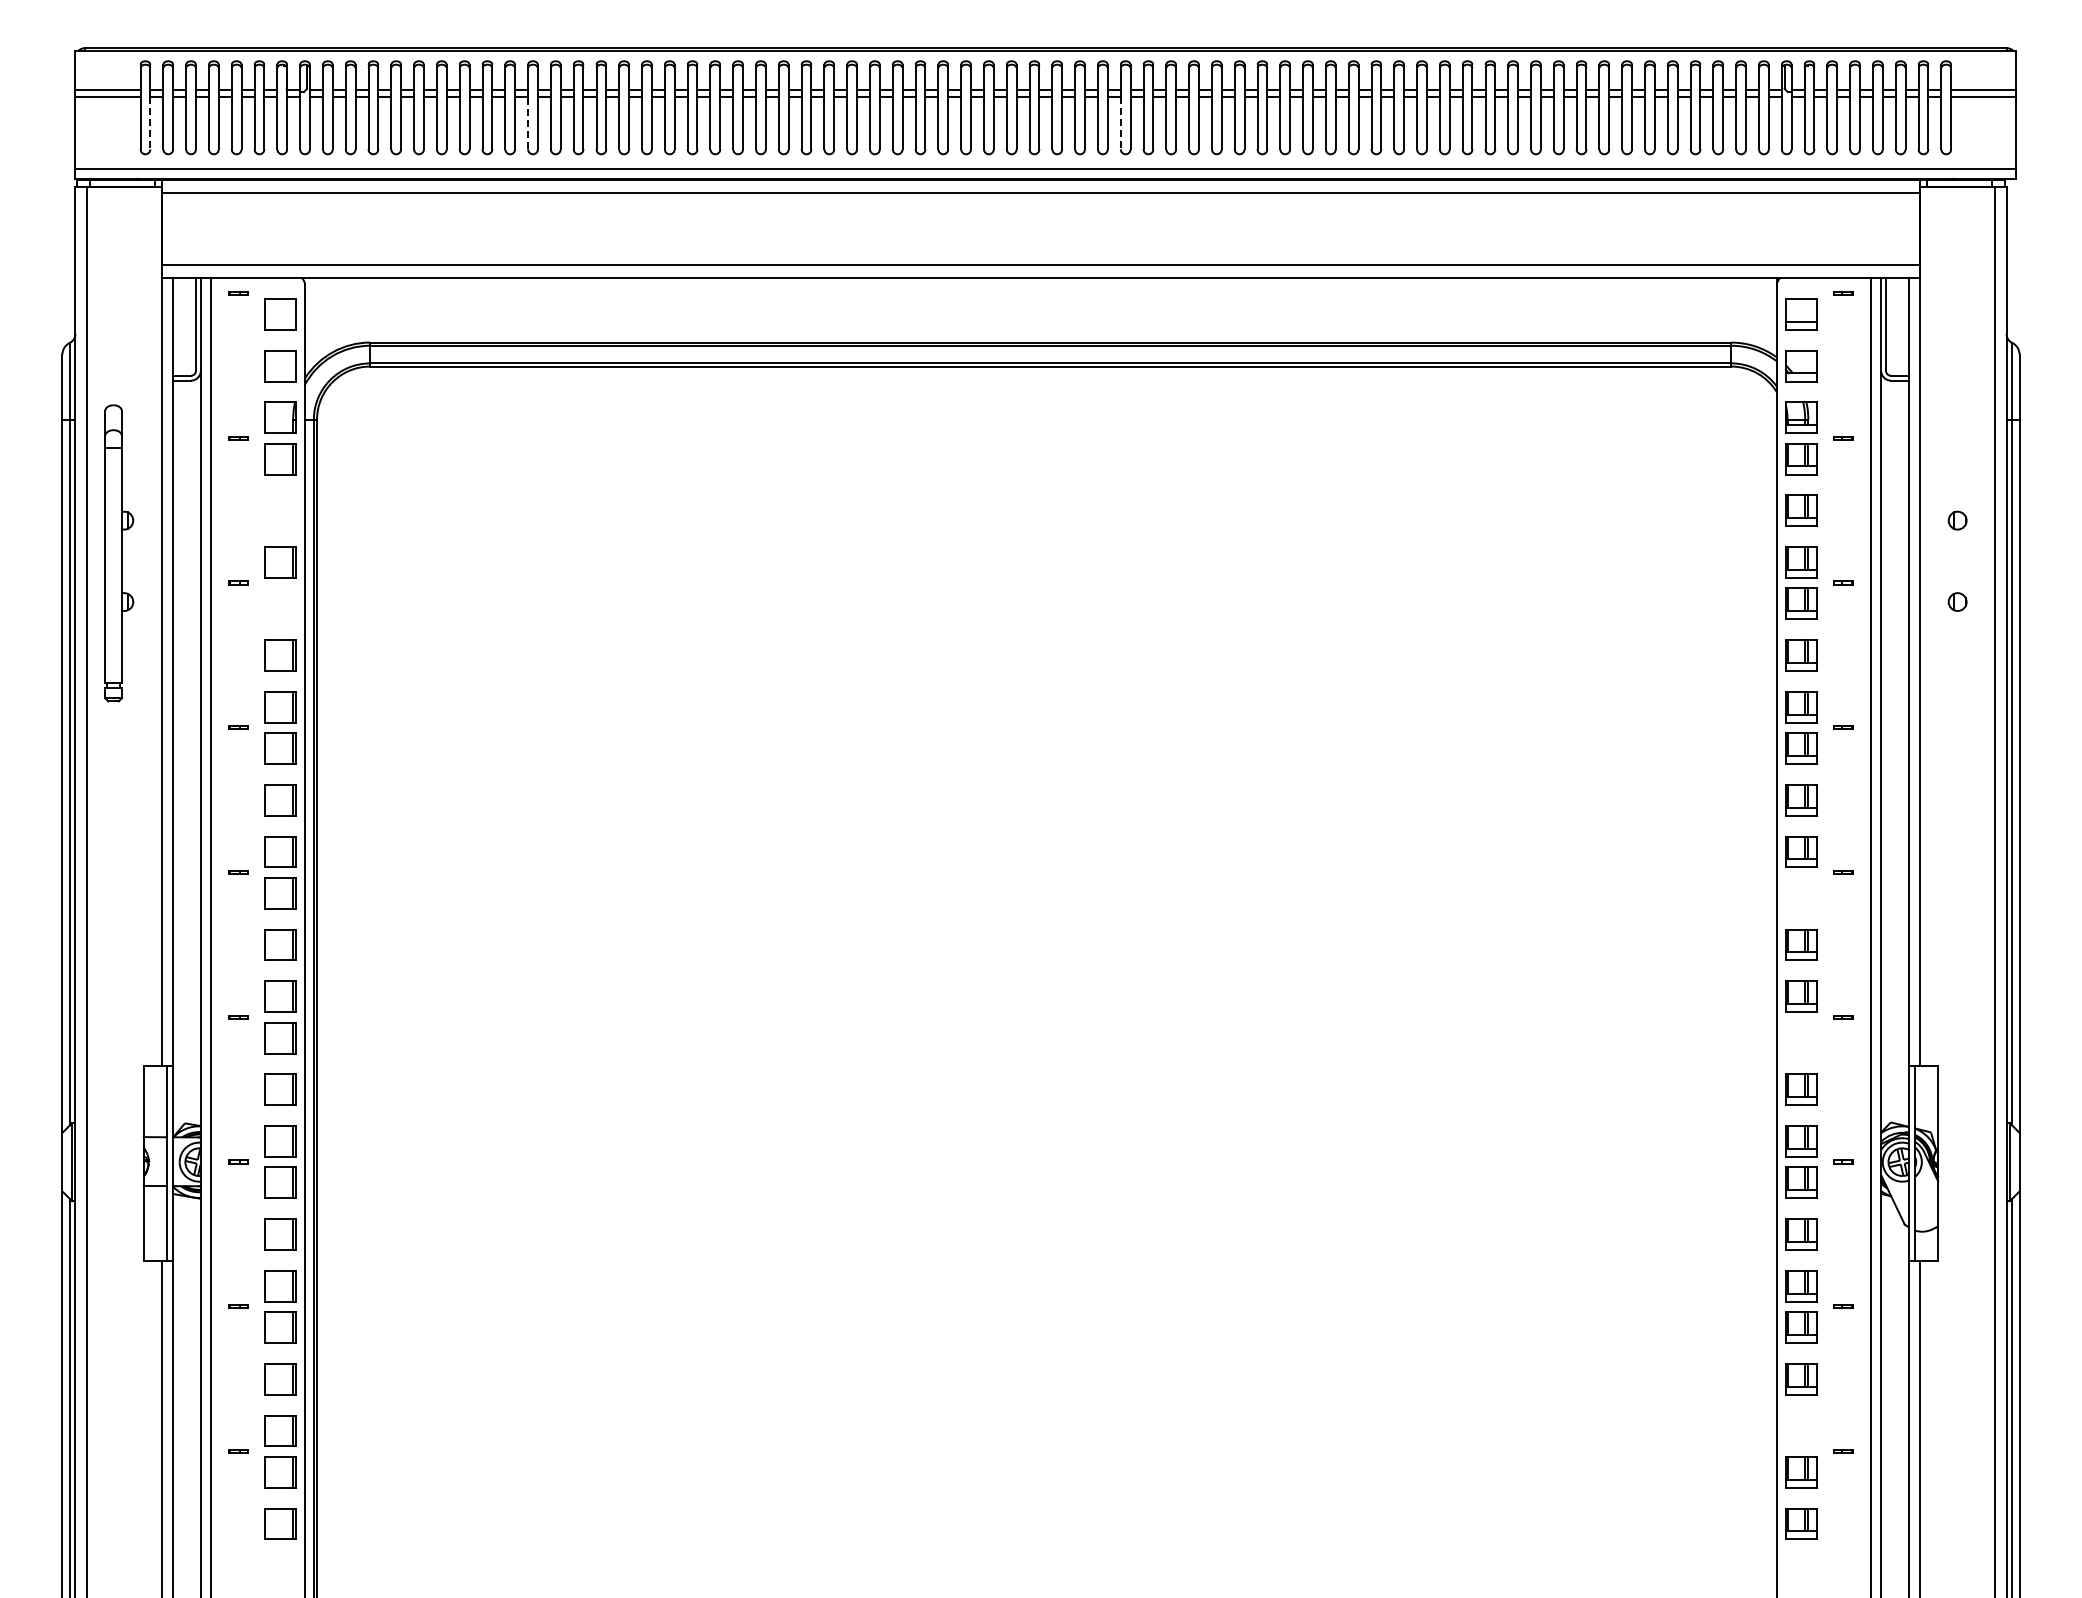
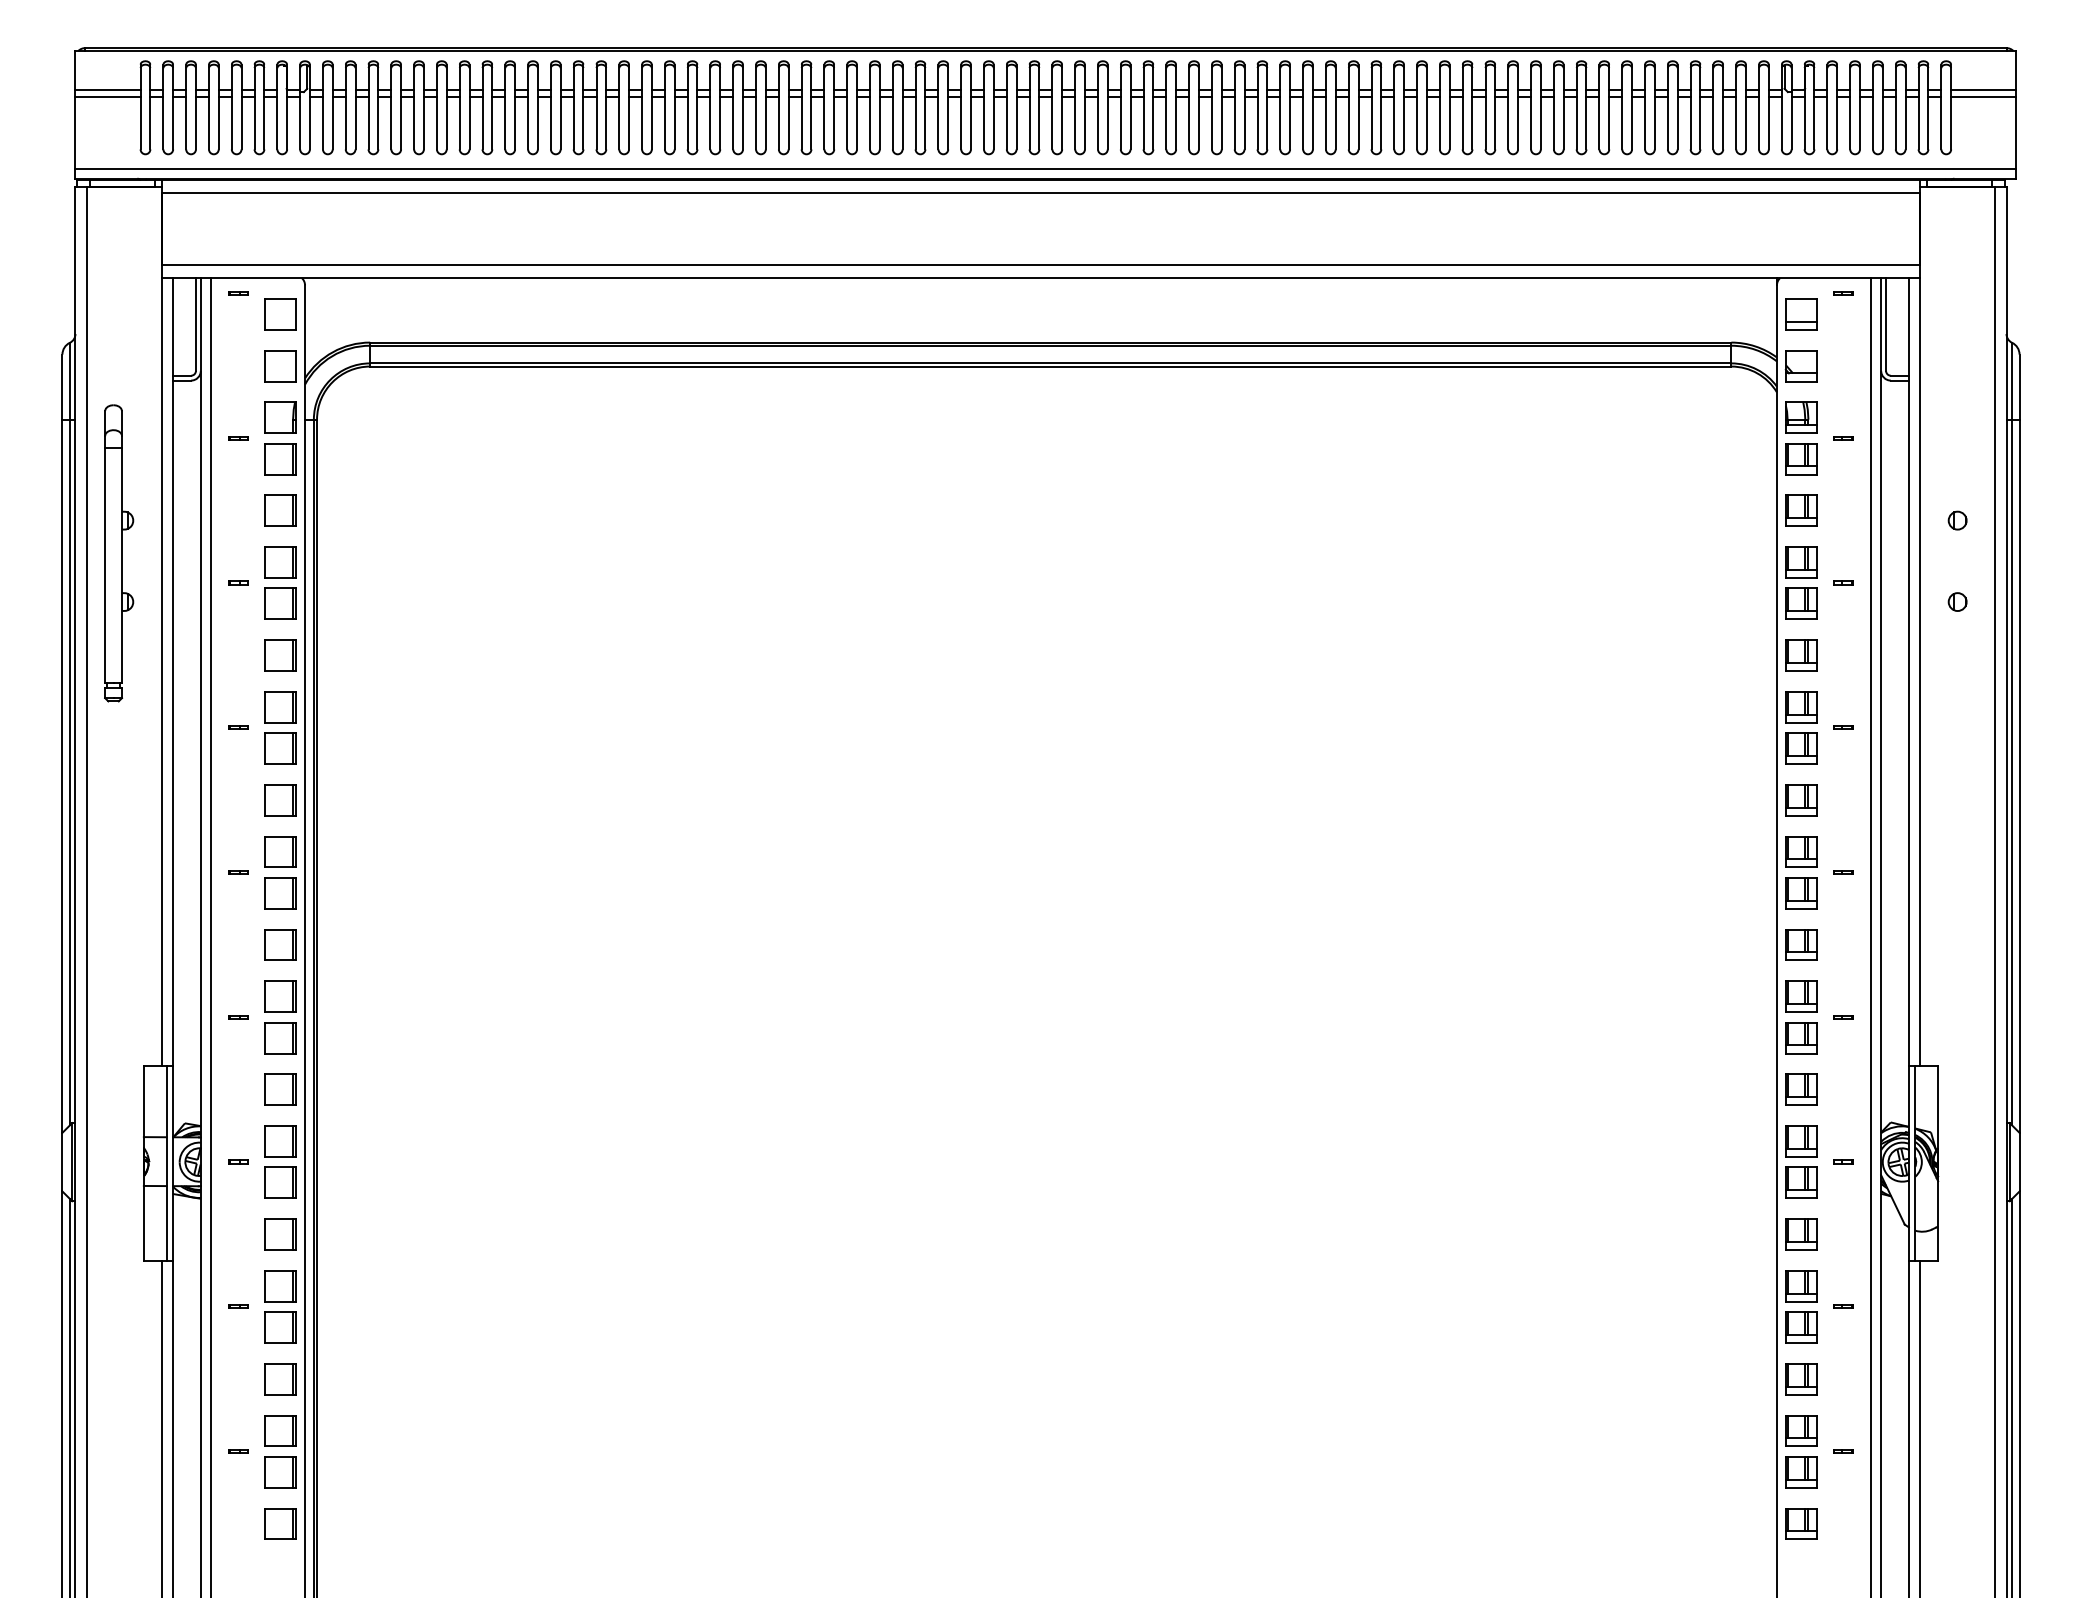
line at (528, 122): dashed -> solid
line at (150, 123): dashed -> solid
line at (1120, 123): dashed -> solid
part at (280, 510): none -> present
part at (280, 603): none -> present
part at (1801, 893): none -> present
part at (1801, 1038): none -> present
part at (1801, 1430): none -> present
